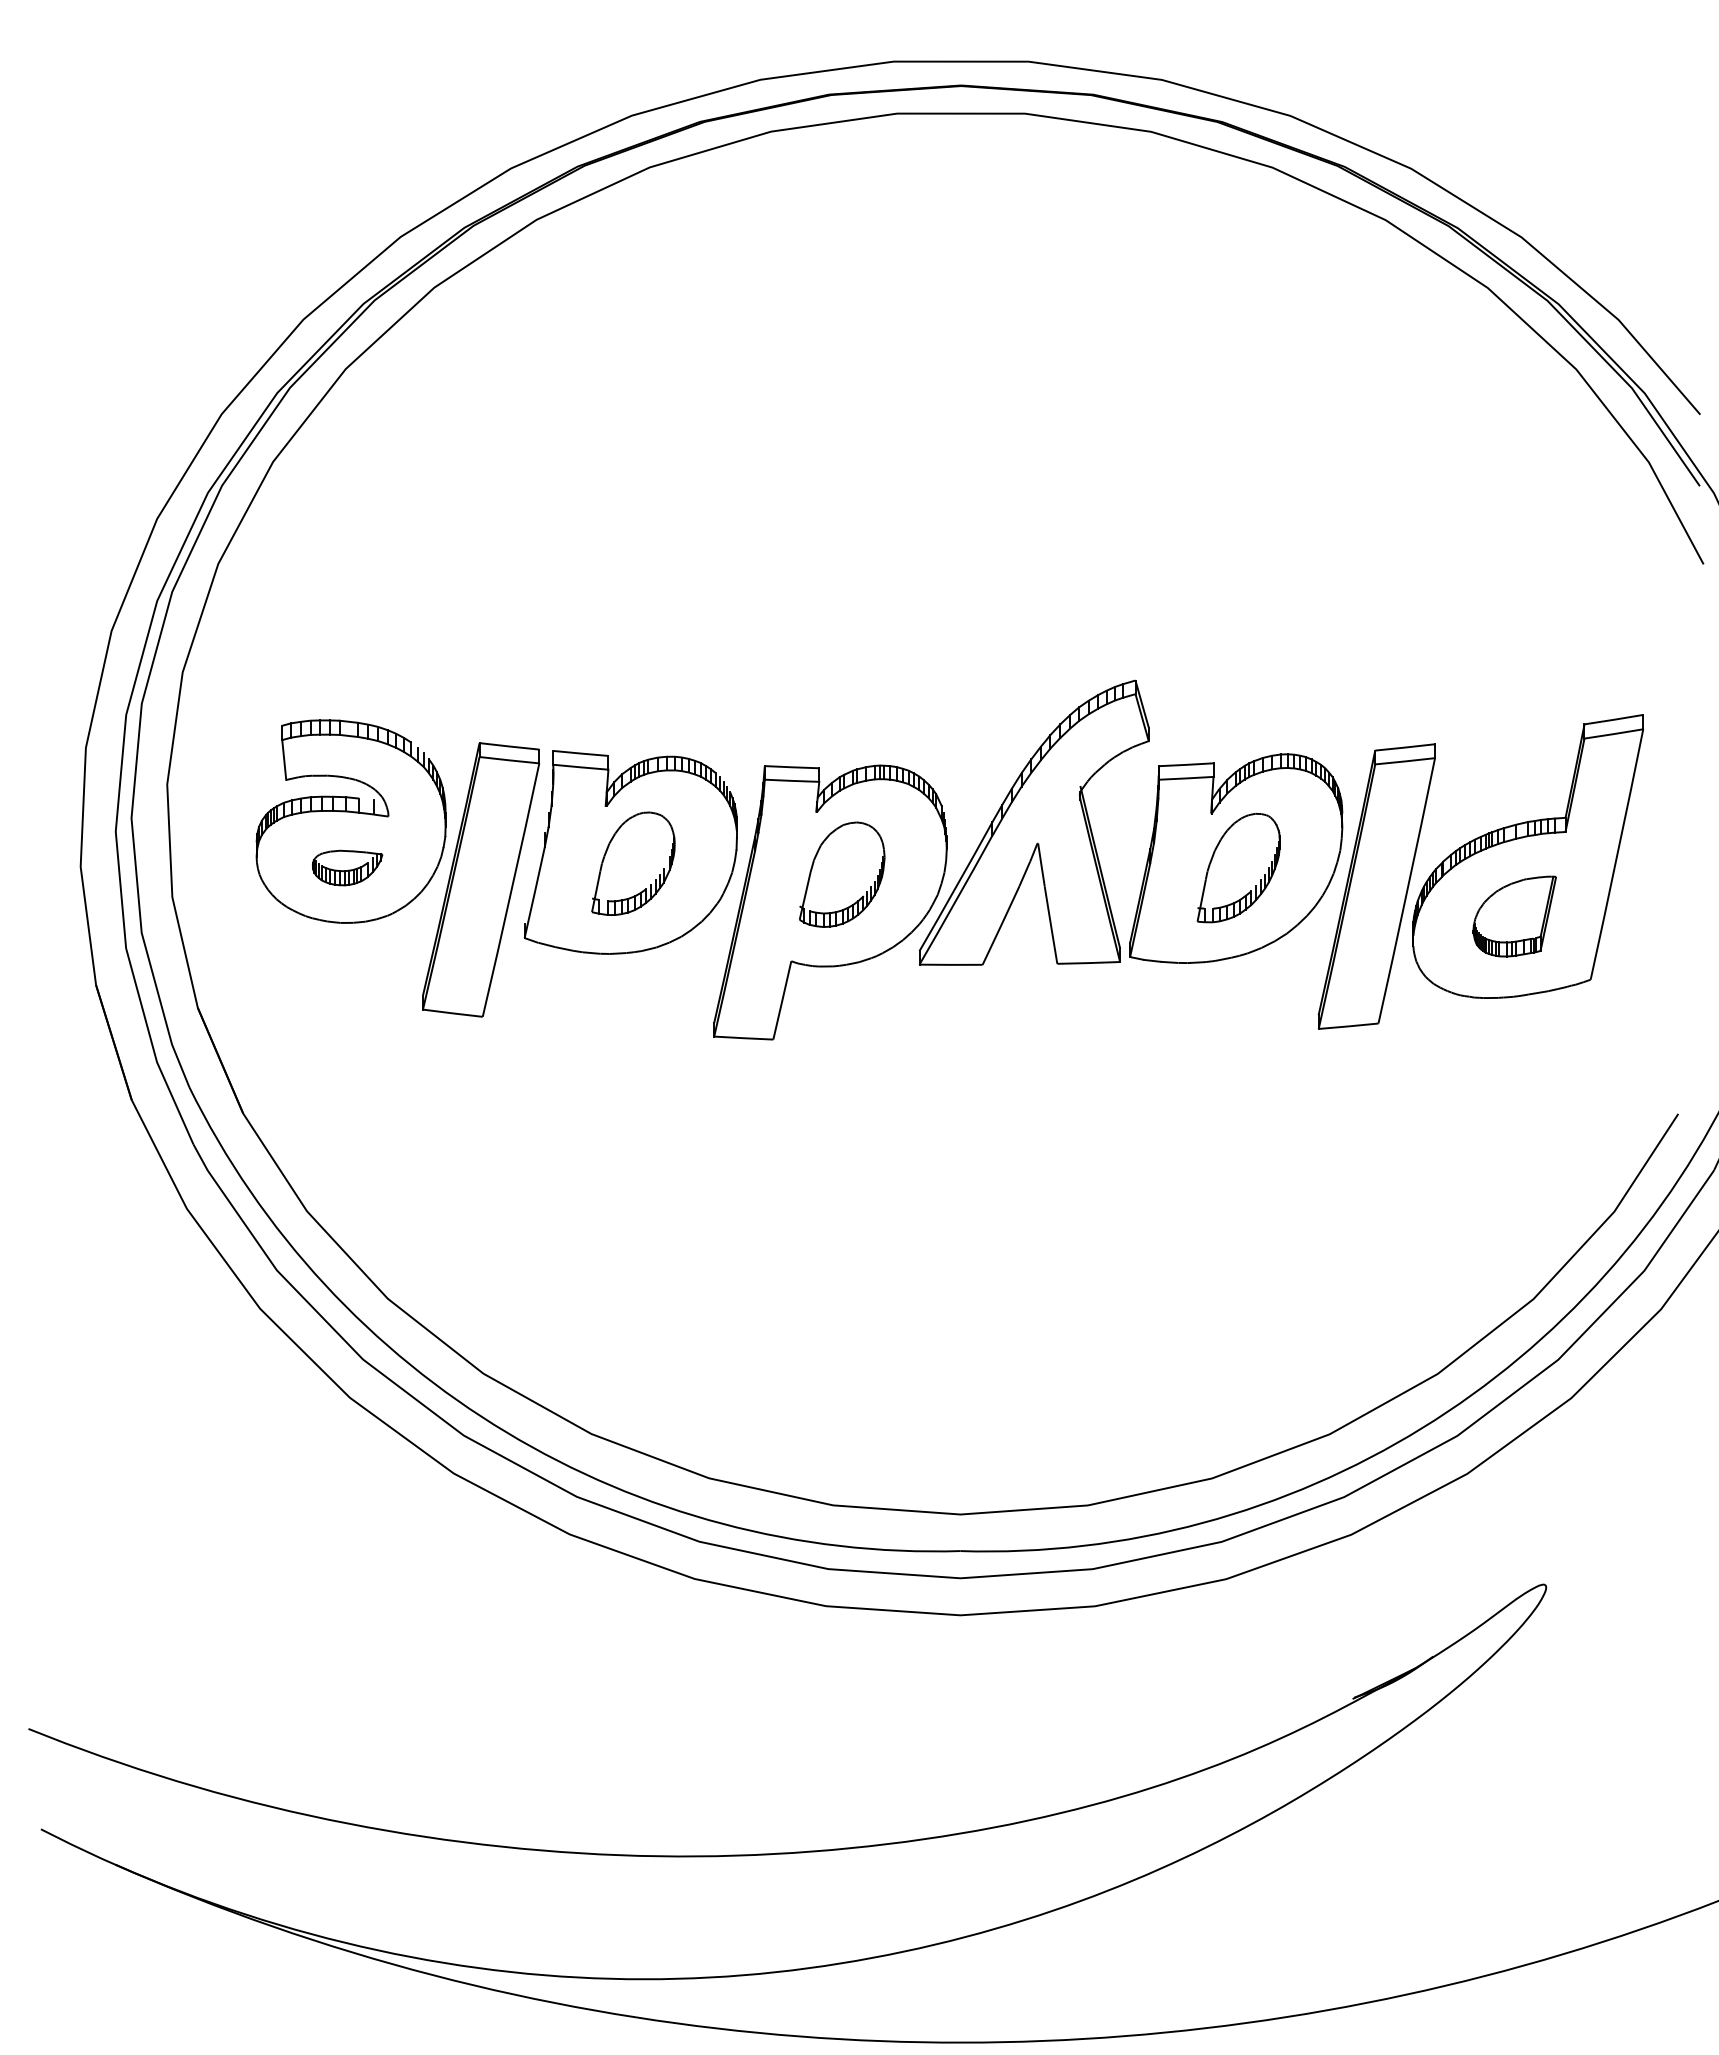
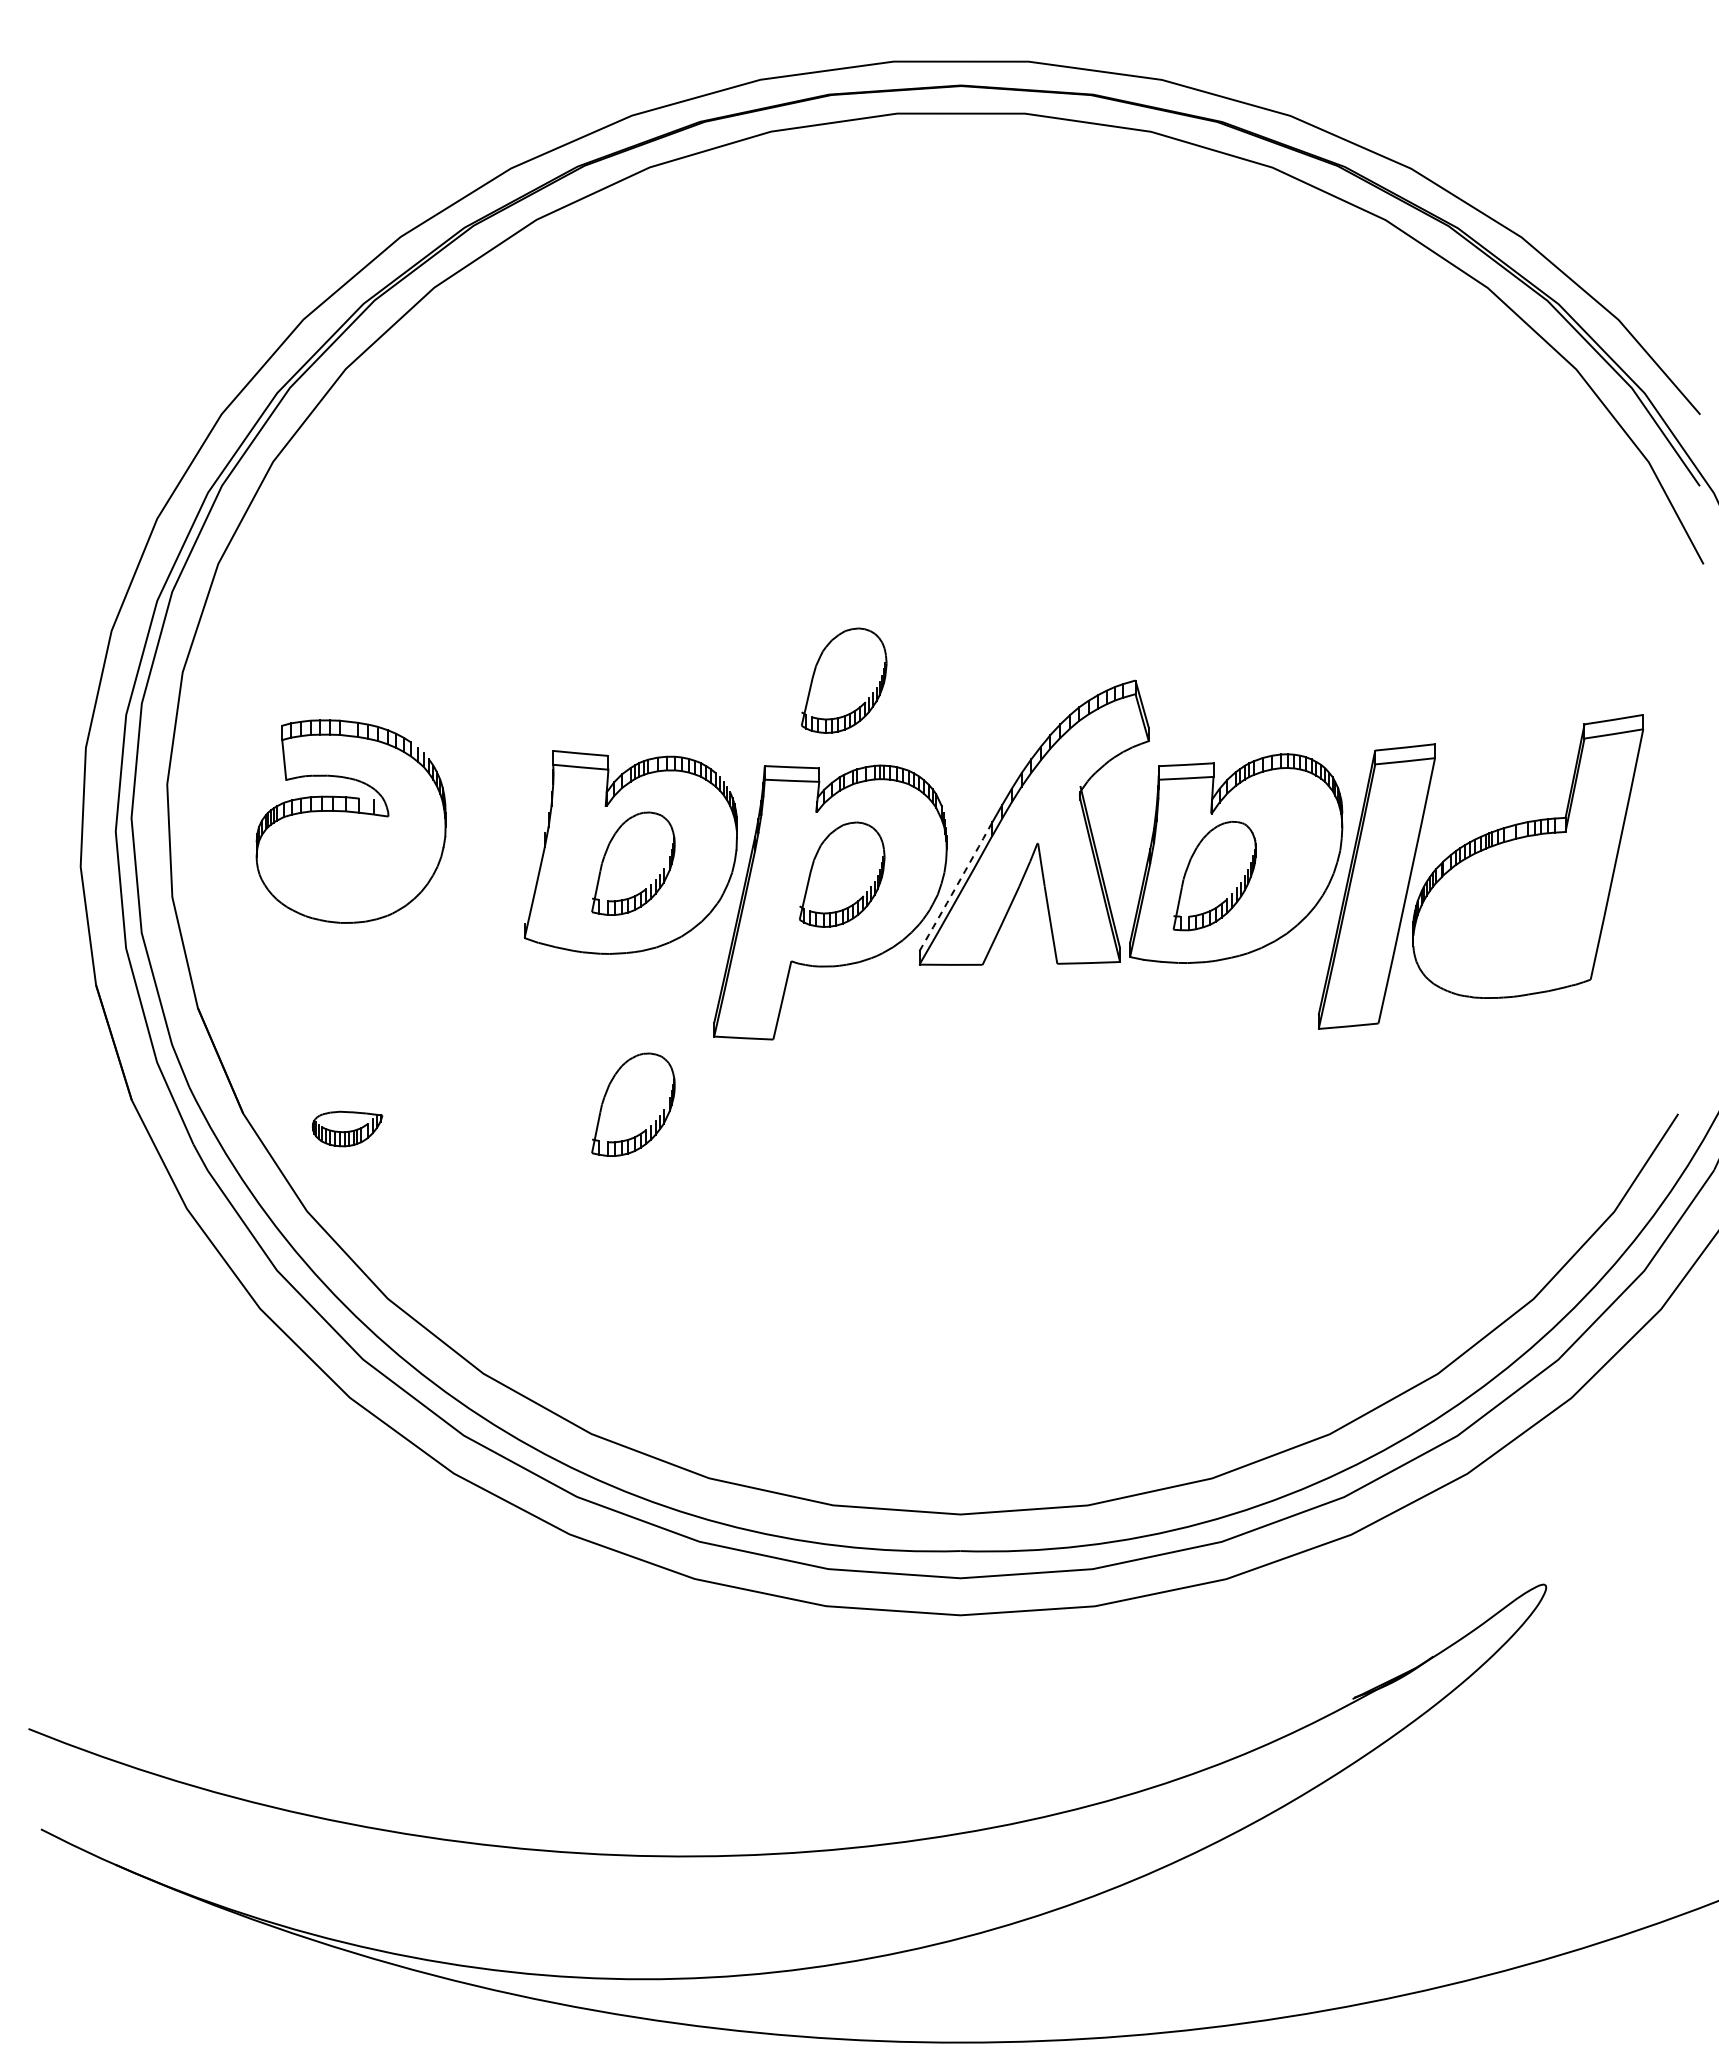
part at (844, 680): none -> present
part at (347, 867) position: (347, 867) -> (347, 1128)
part at (1238, 868) position: (1238, 868) -> (1214, 876)
part at (480, 879): present -> none
arc at (956, 886): solid -> dashed
part at (1514, 916): present -> none
part at (633, 1104): none -> present
